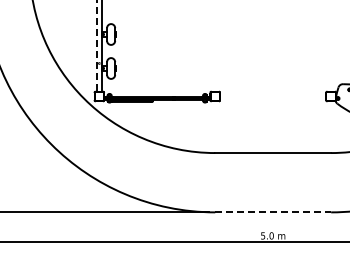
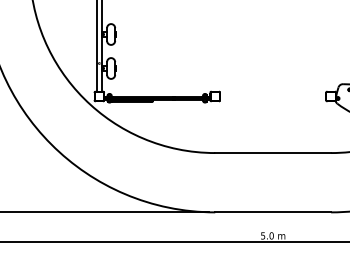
line at (96, 45): dashed -> solid
line at (273, 212): dashed -> solid
